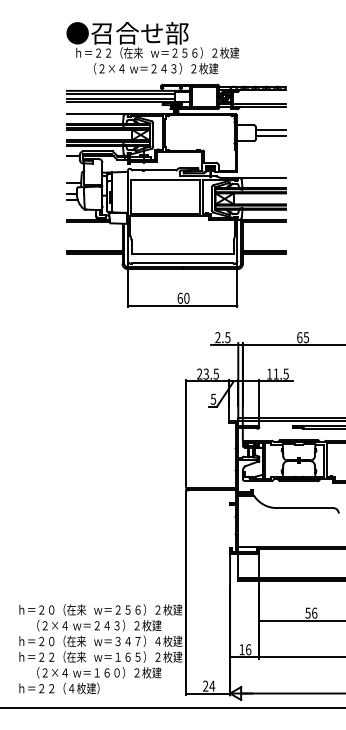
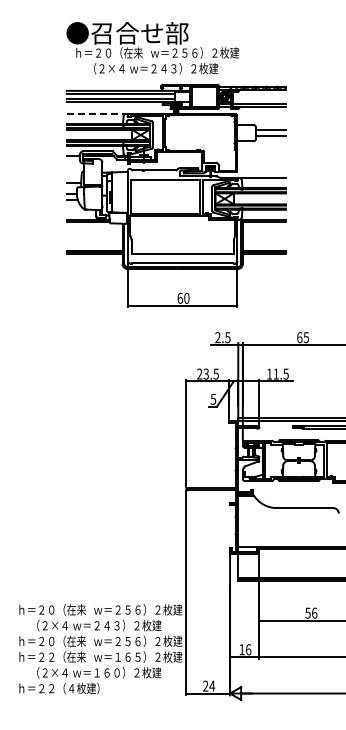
text at (108, 52): ｈ＝２２（在来   ｗ＝２５６）２枚建 -> ｈ＝２０（在来   ｗ＝２５６）２枚建
line at (96, 114): solid -> dashed
text at (137, 641): ｈ＝２０（在来   ｗ＝３４７）４枚建 -> ｈ＝２０（在来   ｗ＝２５６）２枚建
line at (172, 708): present -> none
